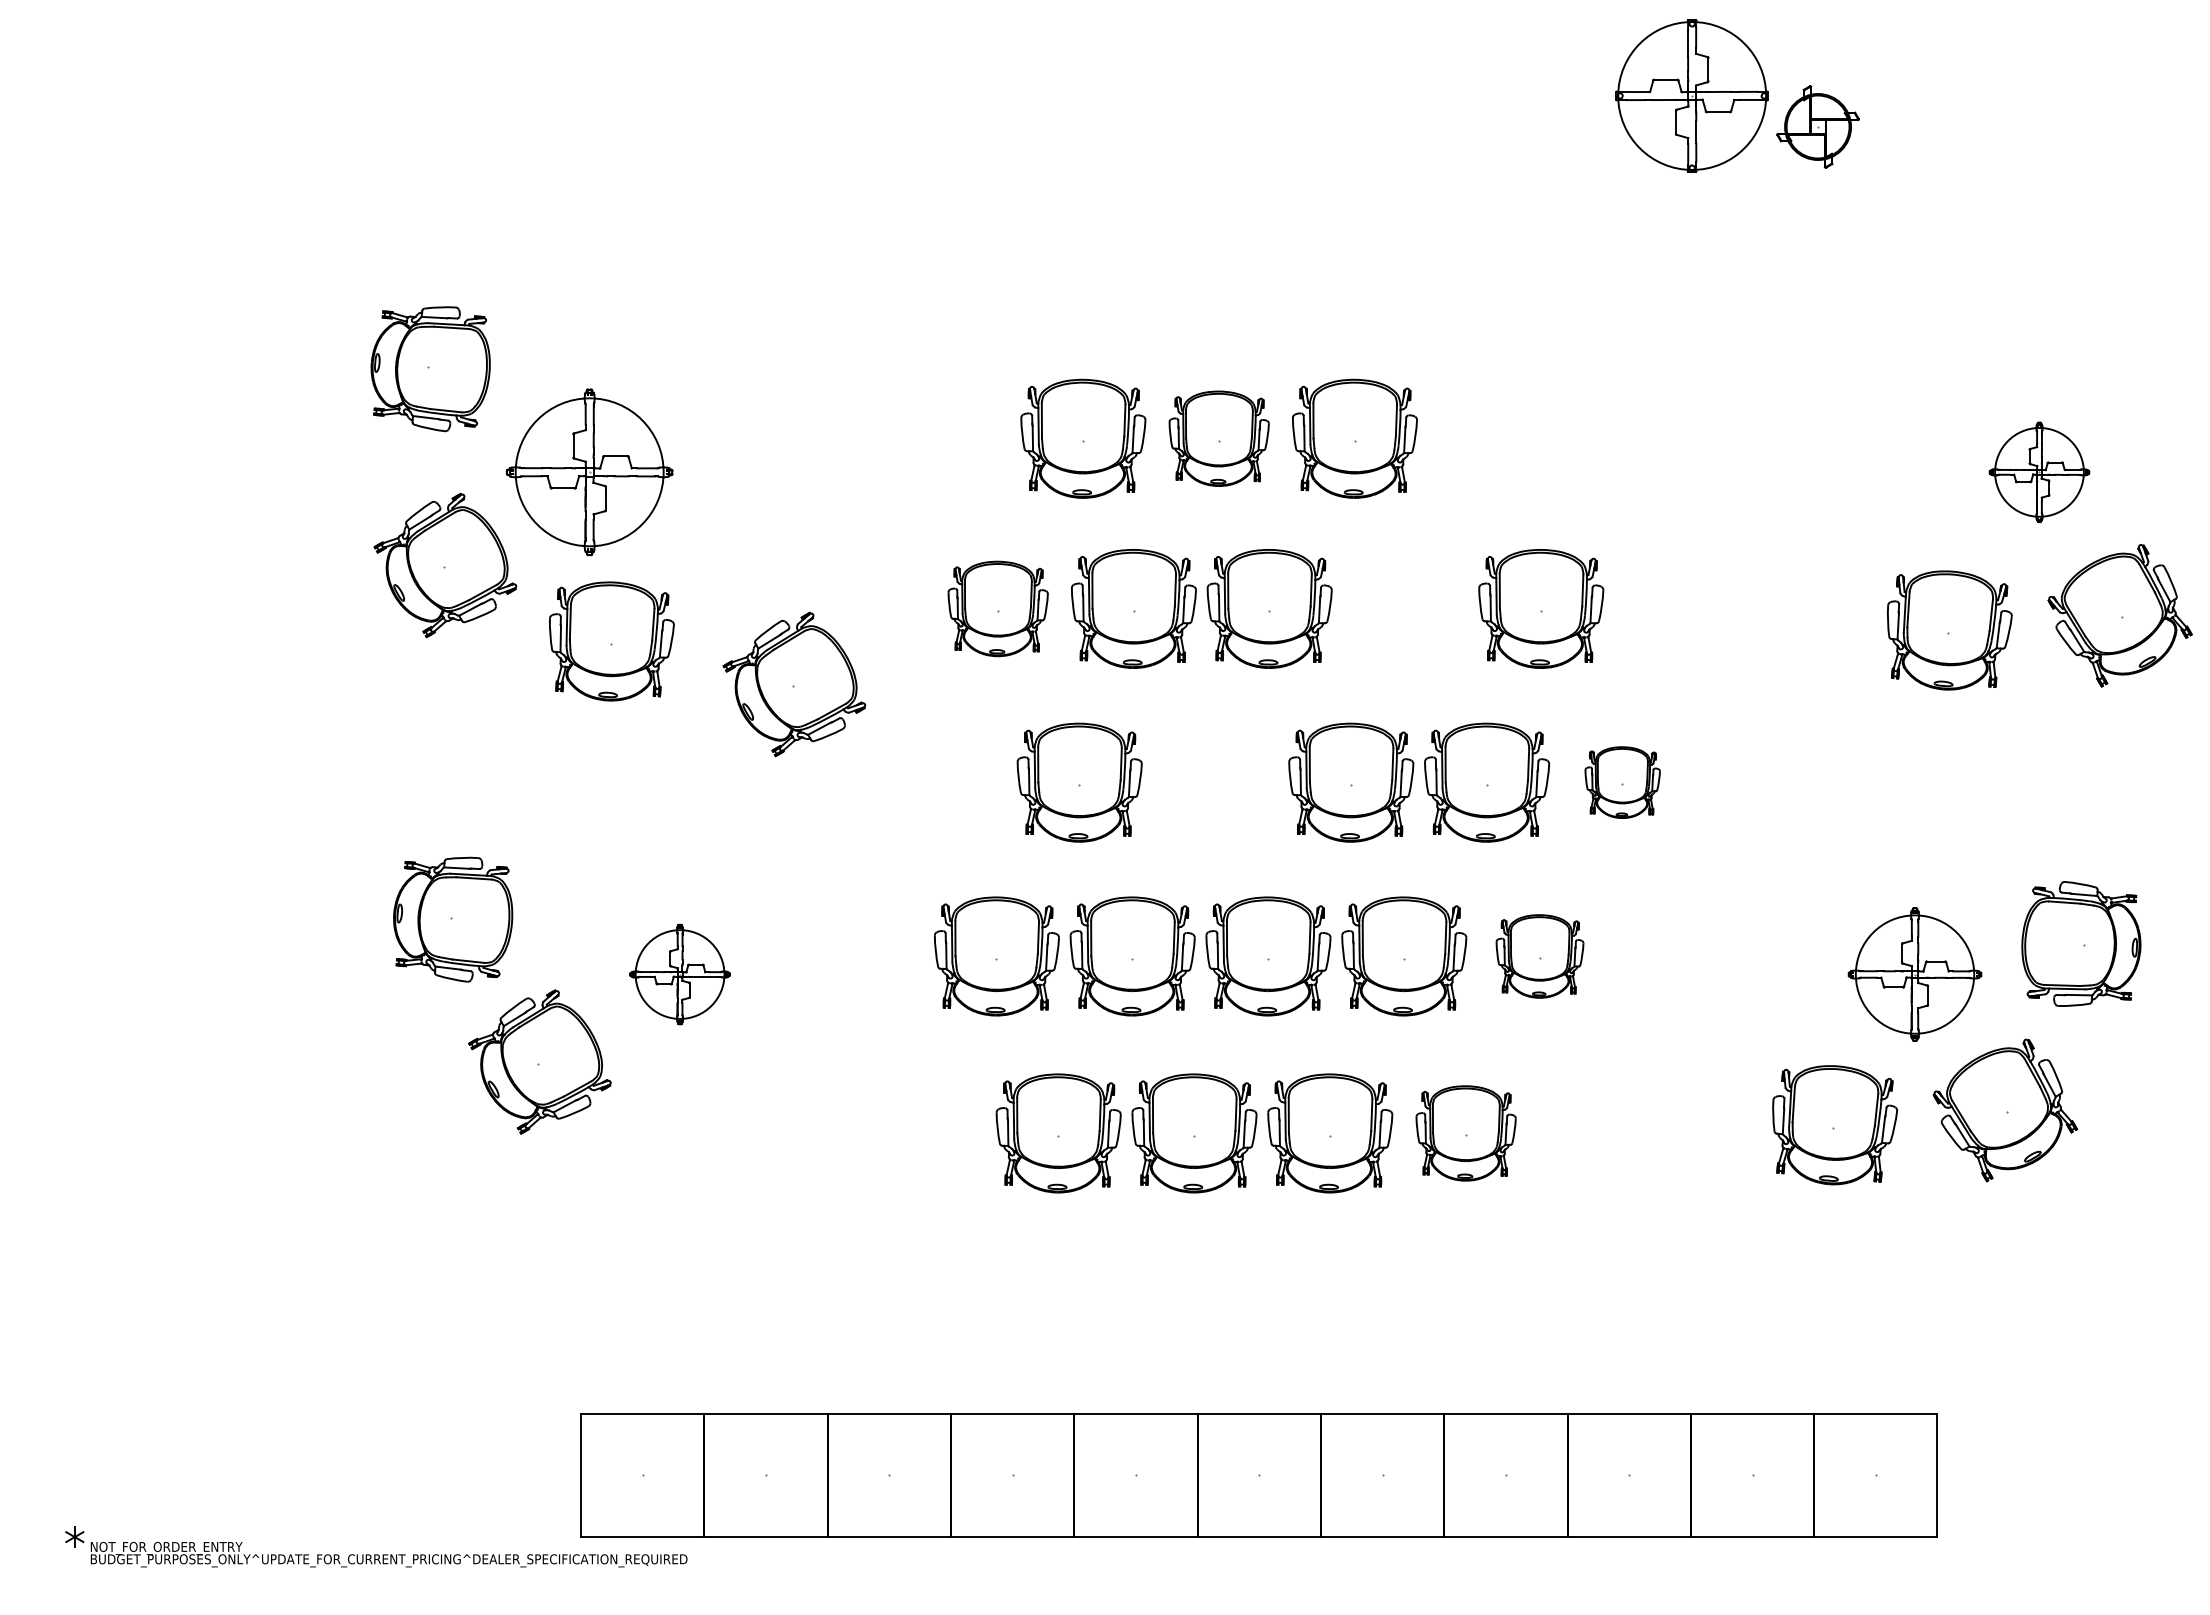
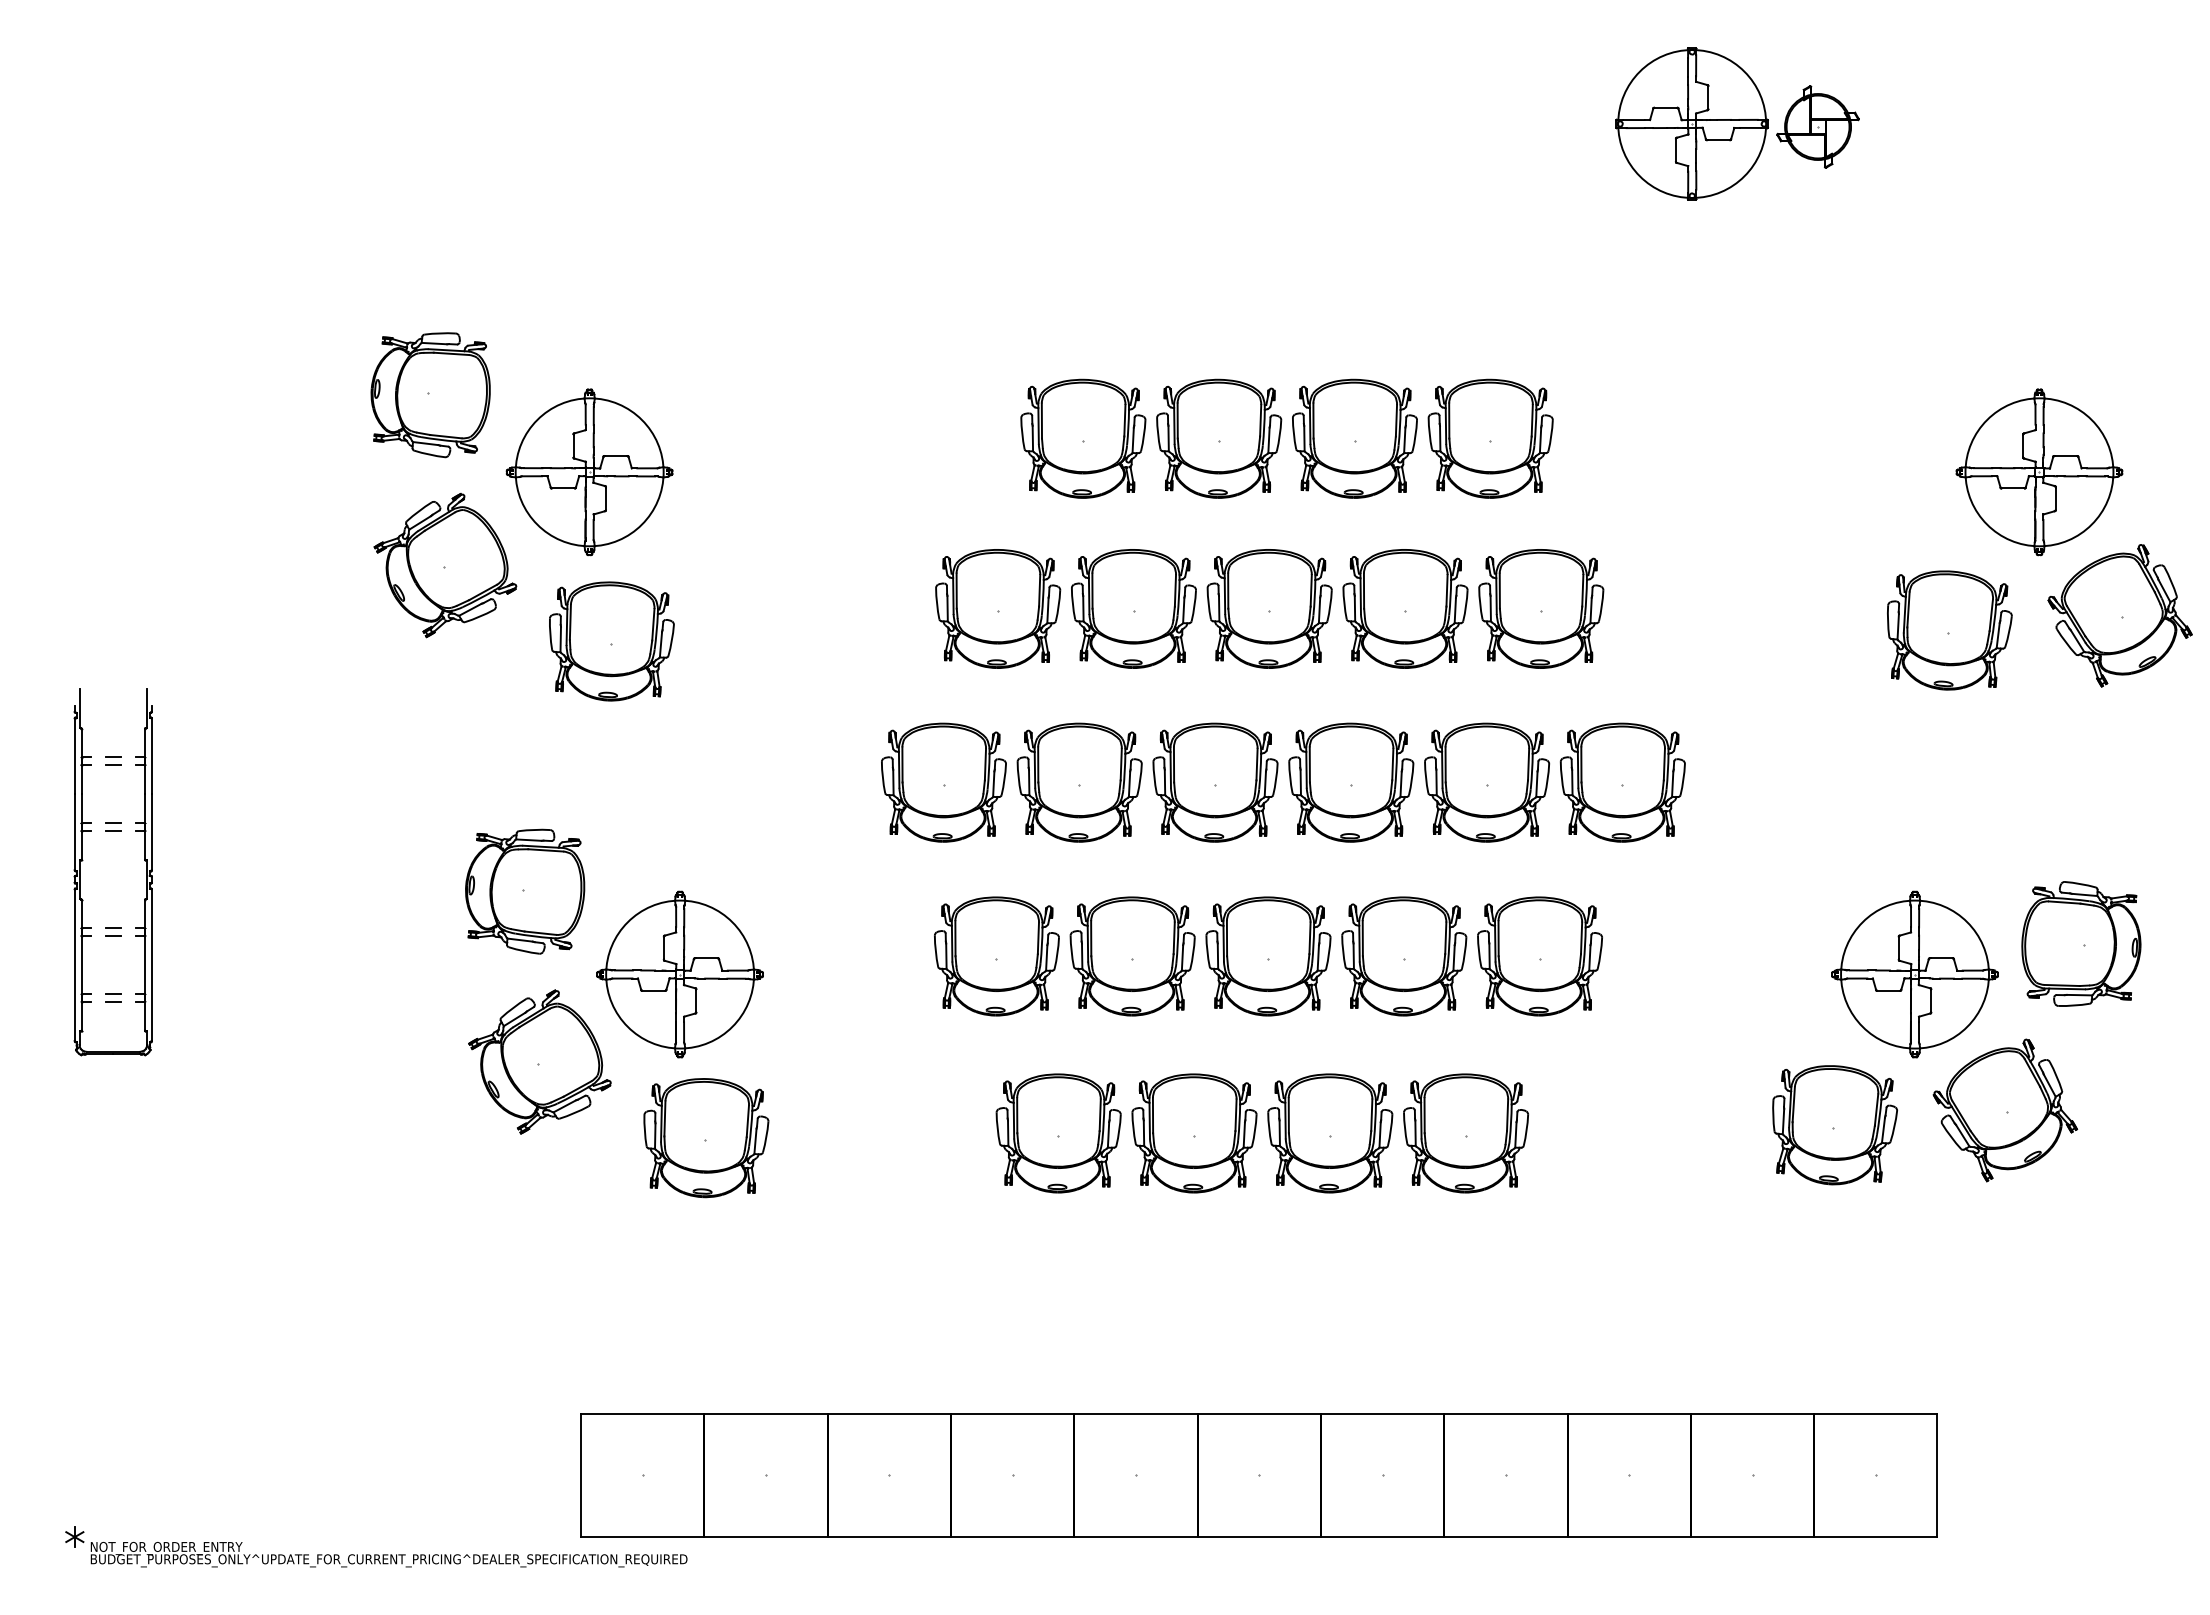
part at (1691, 95) position: (1691, 95) -> (1691, 123)
part at (430, 369) position: (430, 369) -> (430, 395)
part at (1218, 438) size: 102x97 px -> 127x121 px
part at (1490, 438): none -> present
part at (2039, 472) size: 103x103 px -> 169x169 px
part at (997, 608) size: 102x98 px -> 127x120 px
part at (1405, 608): none -> present
part at (794, 684): present -> none
part at (943, 782): none -> present
part at (1215, 782): none -> present
part at (1622, 782) size: 77x73 px -> 127x121 px
part at (83, 860): none -> present
part at (453, 919) position: (453, 919) -> (525, 891)
part at (1539, 956) size: 90x85 px -> 126x121 px
part at (679, 974) size: 102x103 px -> 168x169 px
part at (1914, 974) size: 136x135 px -> 168x169 px
part at (1465, 1133) size: 102x97 px -> 127x121 px
part at (706, 1138): none -> present
